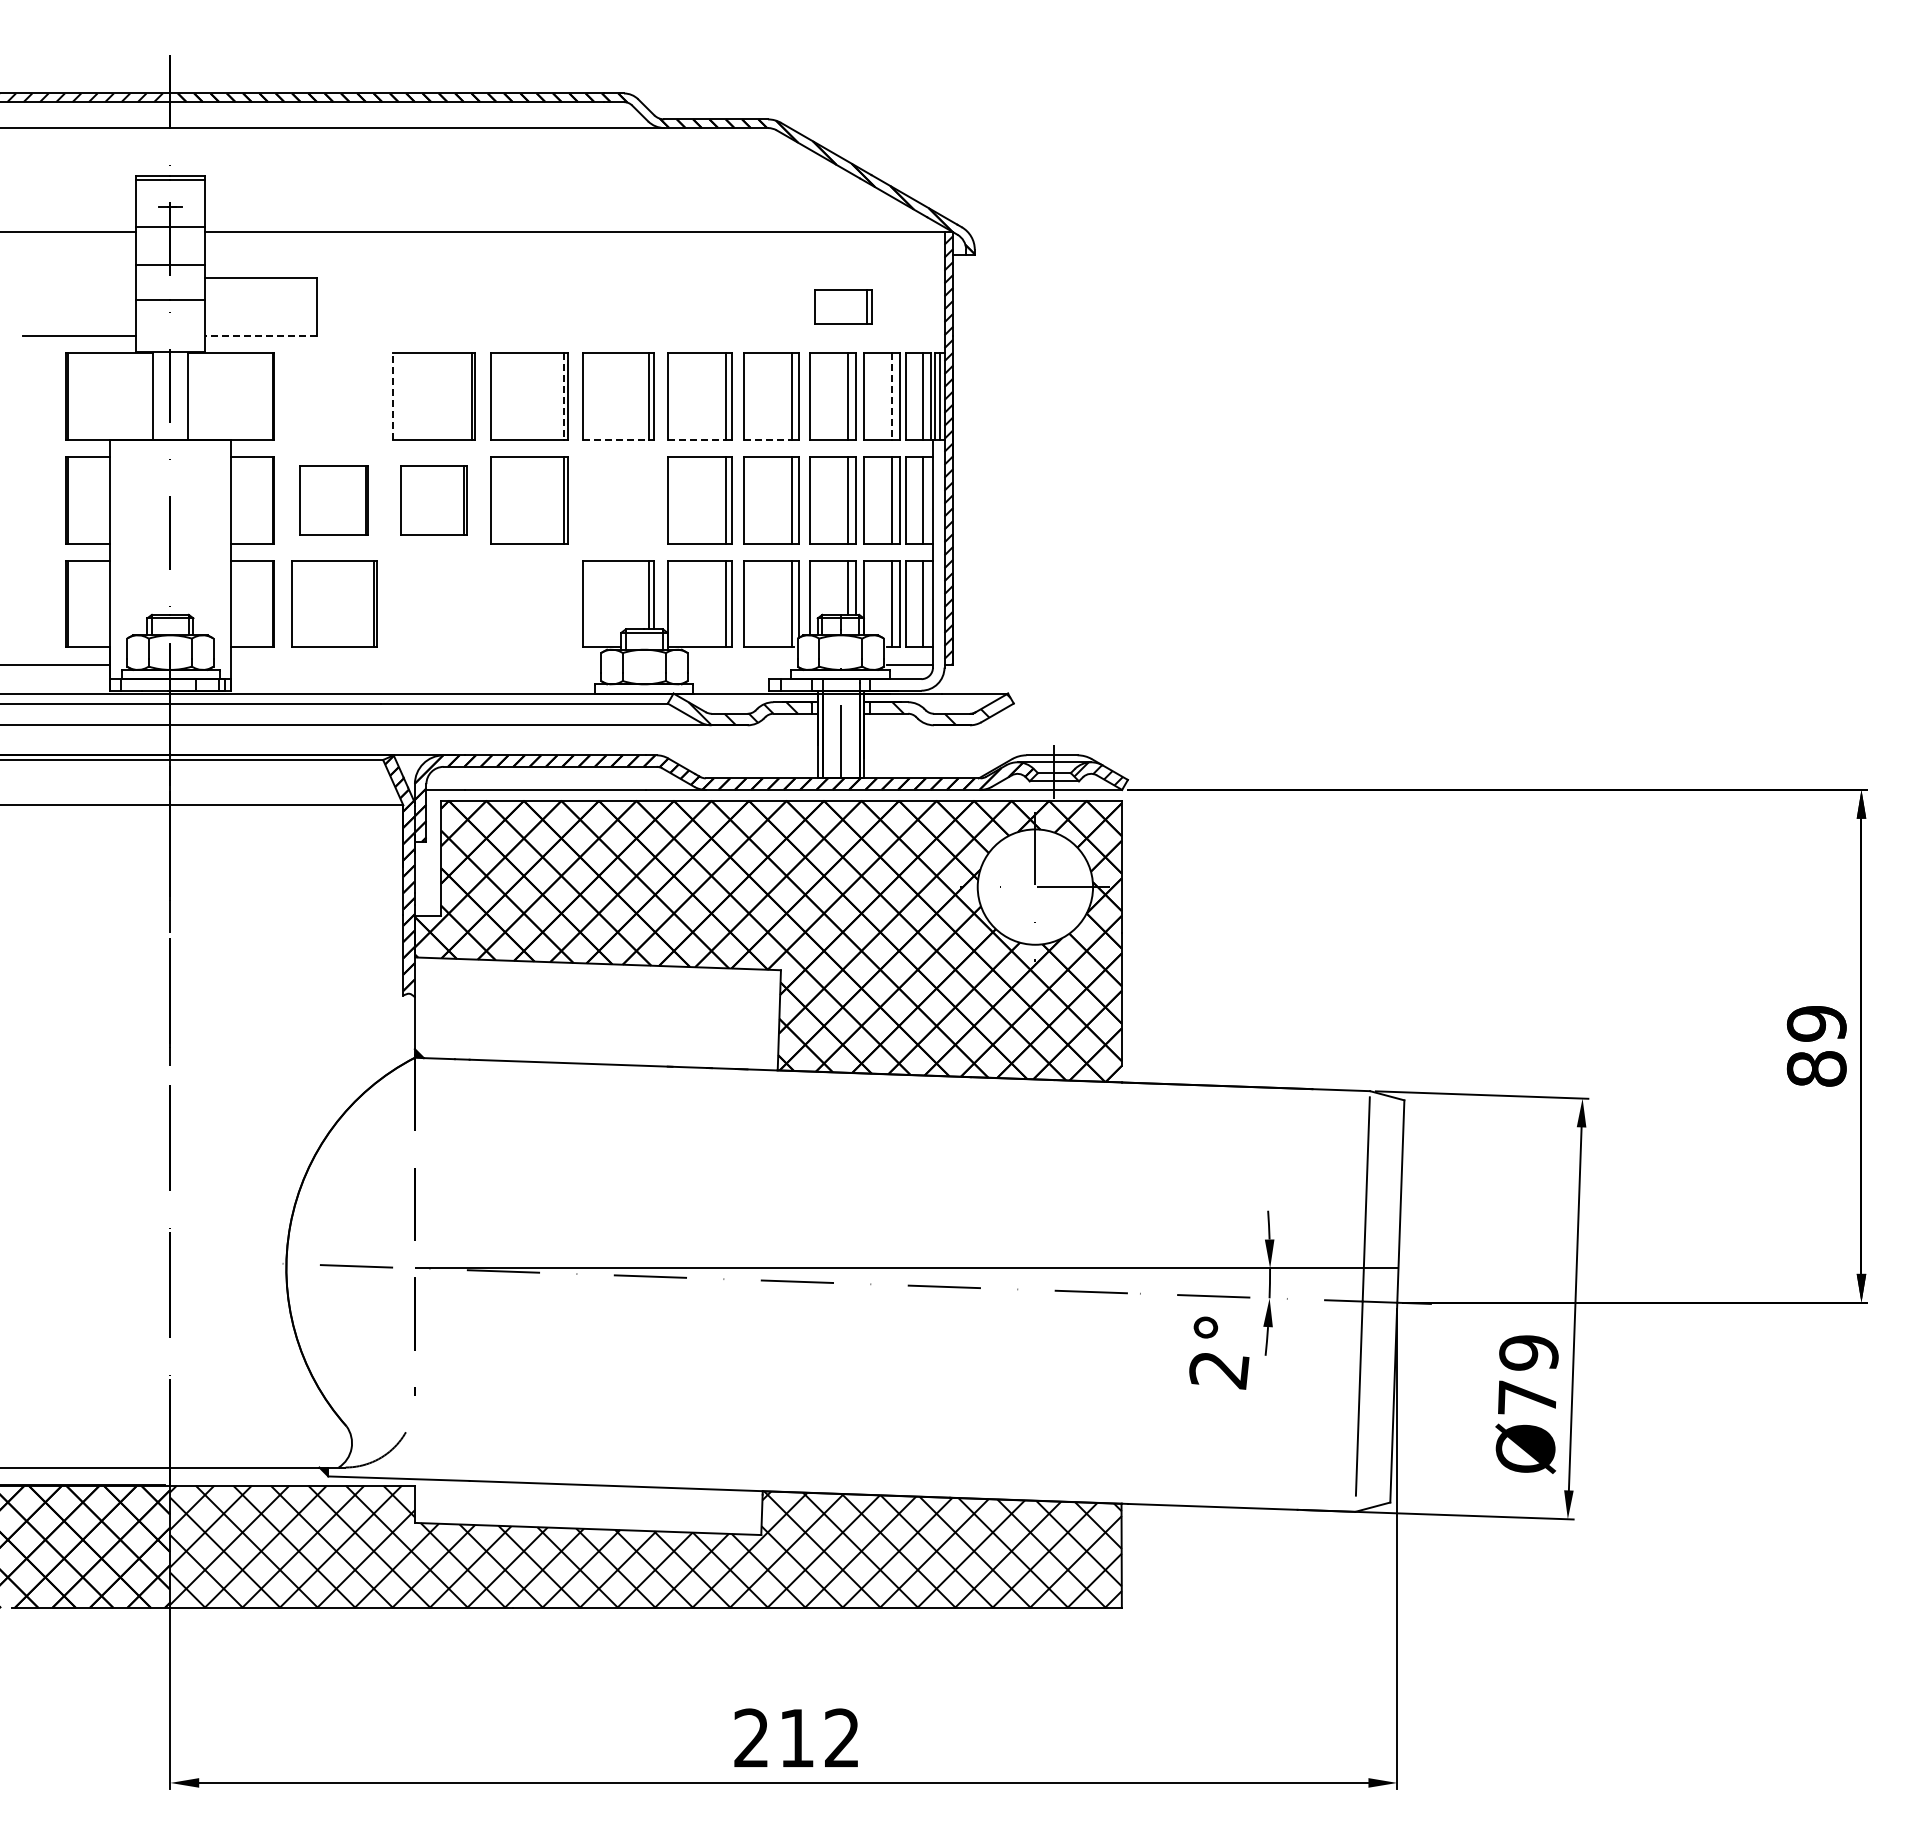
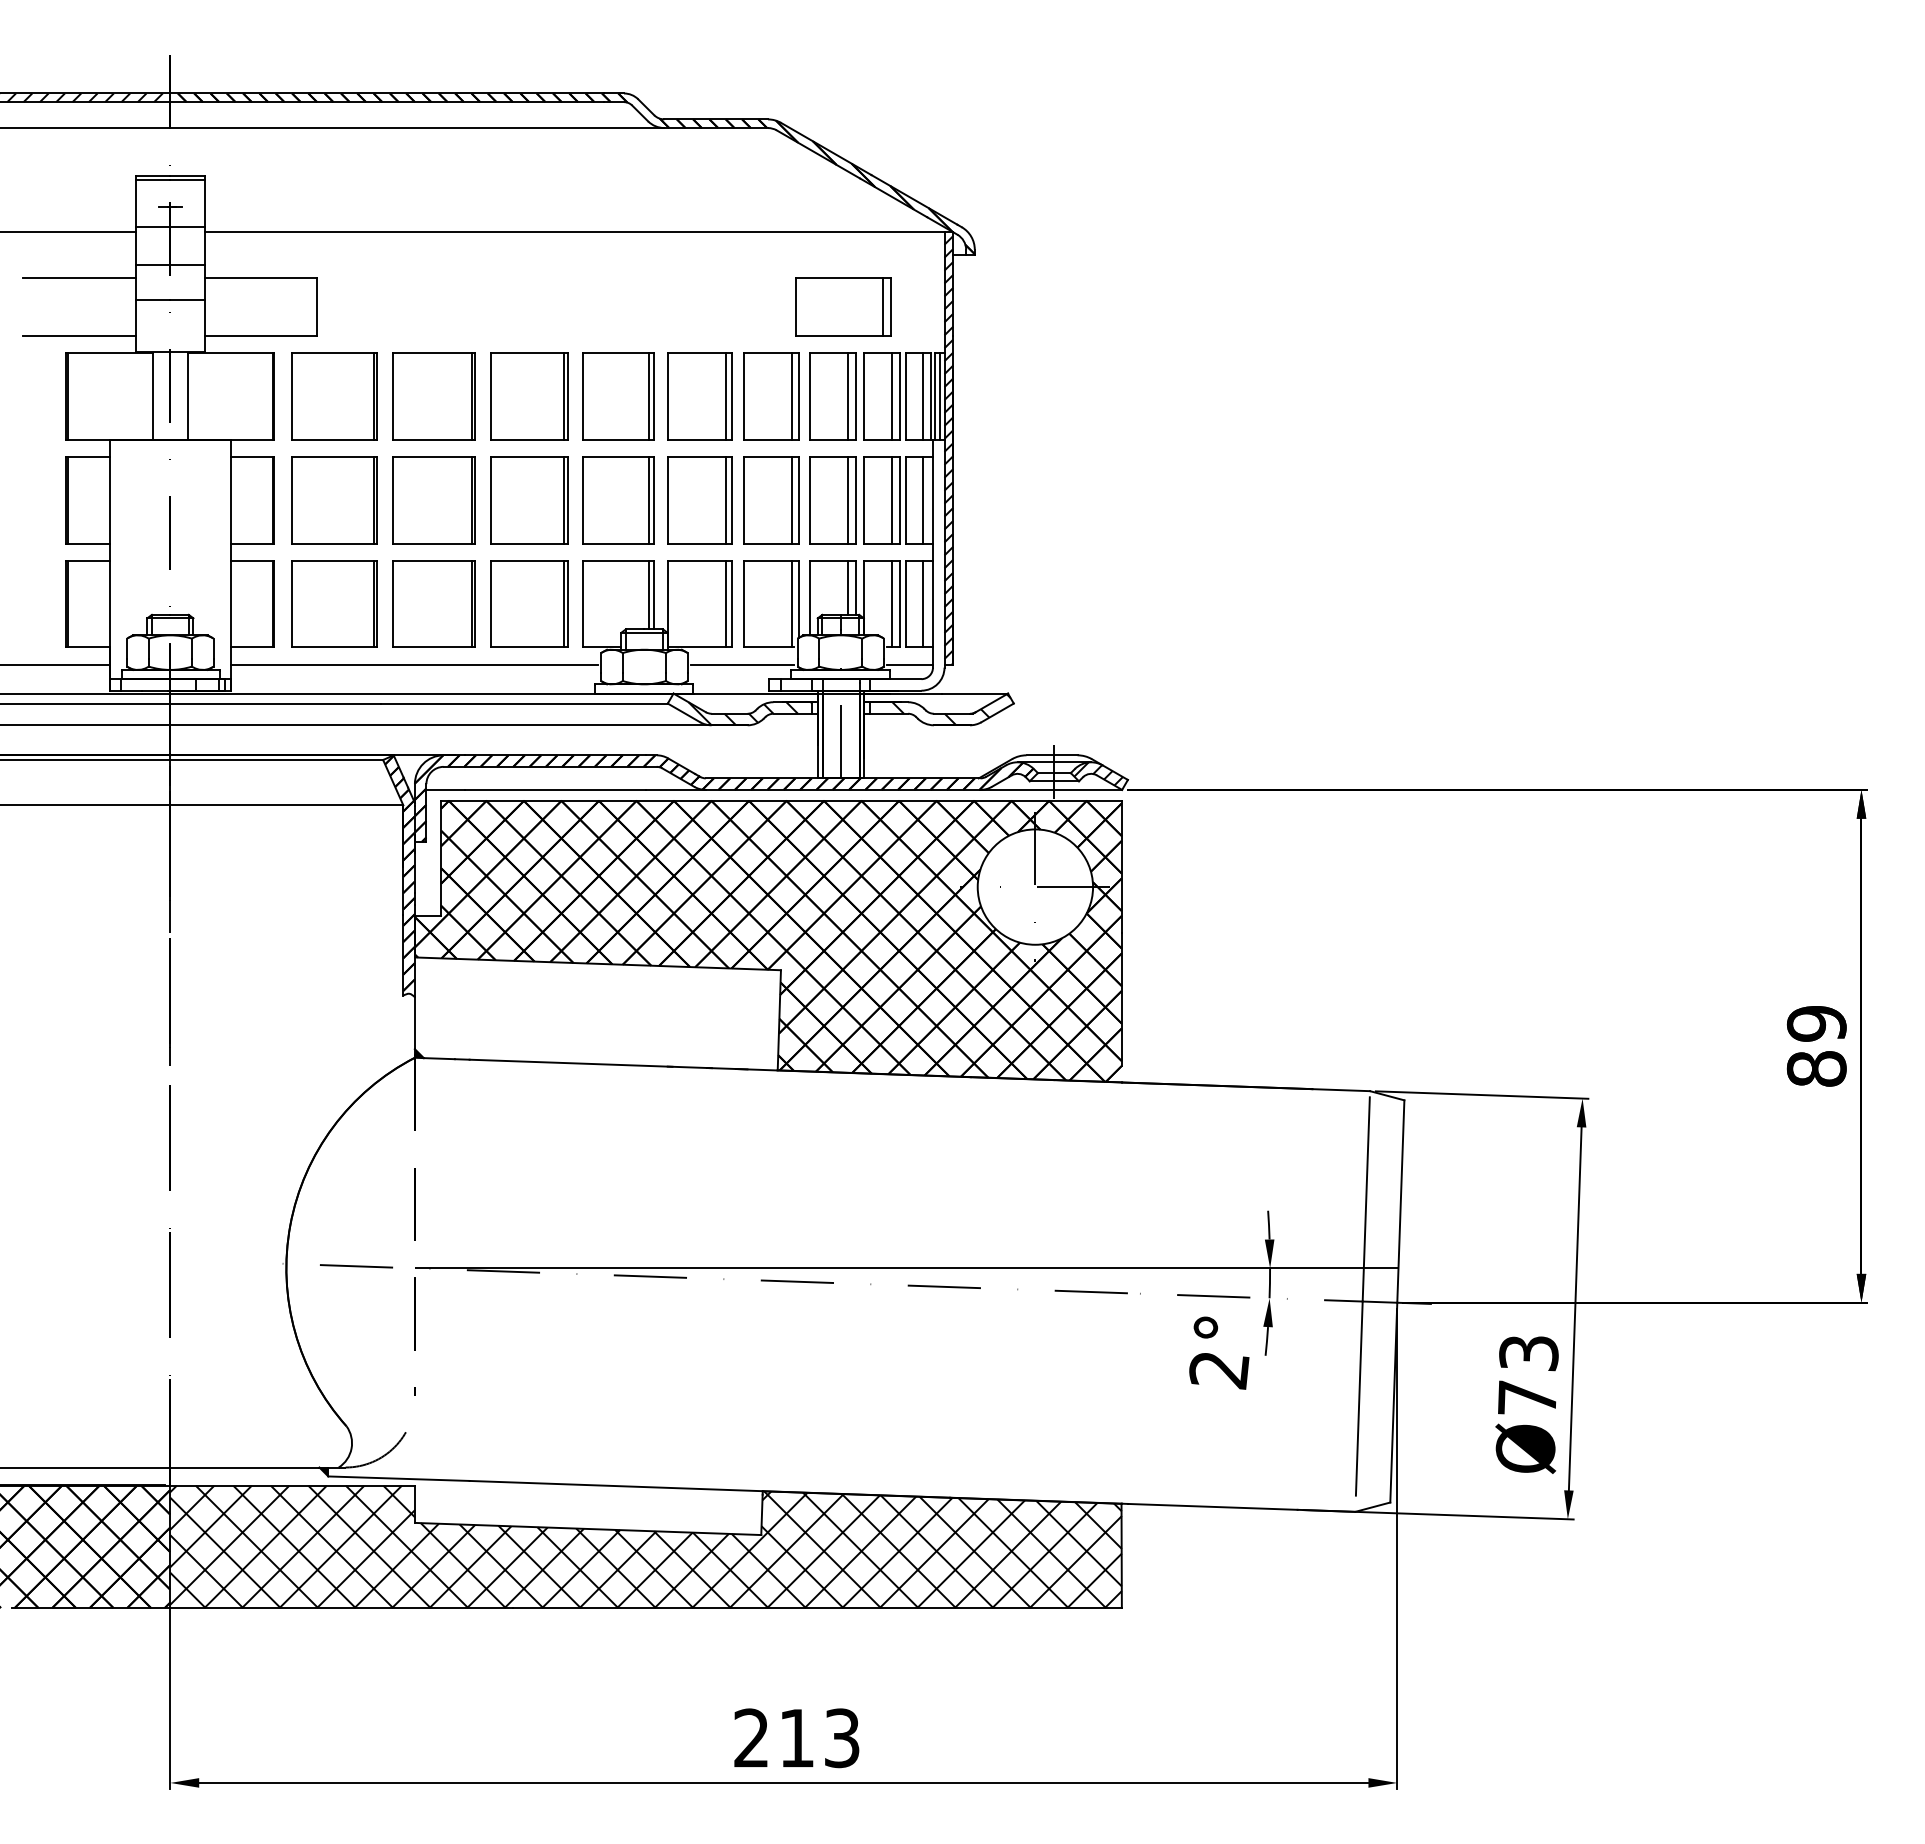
line at (79, 278): none -> present
part at (843, 306) size: 59x36 px -> 97x60 px
line at (260, 336): dashed -> solid
part at (334, 396): none -> present
line at (393, 396): dashed -> solid
line at (563, 397): dashed -> solid
line at (891, 397): dashed -> solid
line at (616, 439): dashed -> solid
line at (696, 439): dashed -> solid
line at (768, 439): dashed -> solid
part at (333, 500) size: 70x71 px -> 87x89 px
part at (433, 500) size: 68x71 px -> 84x89 px
part at (618, 500): none -> present
part at (433, 603): none -> present
part at (529, 603): none -> present
line at (413, 664): none -> present
line at (742, 664): none -> present
text at (1528, 1353): Ø79 -> Ø73
text at (842, 1738): 212 -> 213
